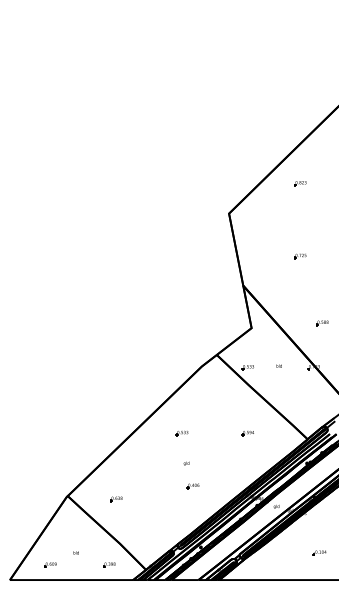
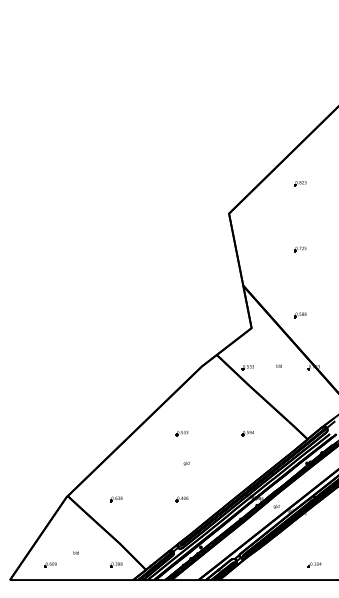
part at (300, 256) position: (300, 256) -> (300, 249)
part at (322, 323) position: (322, 323) -> (300, 315)
part at (192, 486) position: (192, 486) -> (181, 499)
part at (319, 552) position: (319, 552) -> (314, 564)
part at (109, 564) position: (109, 564) -> (116, 564)
